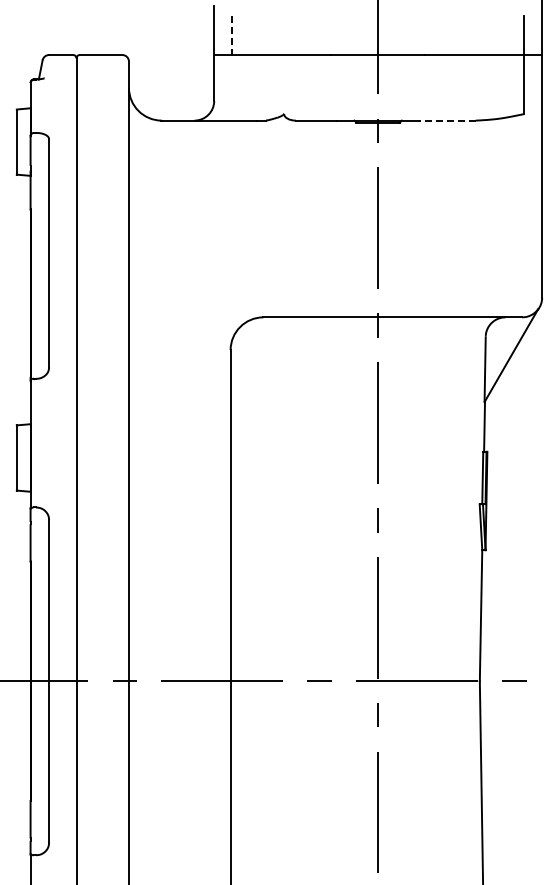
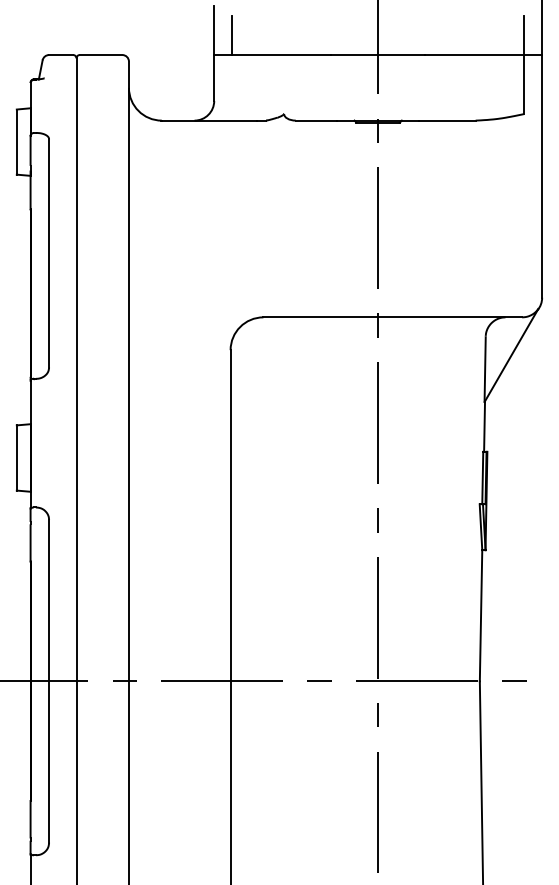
line at (232, 35): dashed -> solid
line at (446, 120): dashed -> solid
